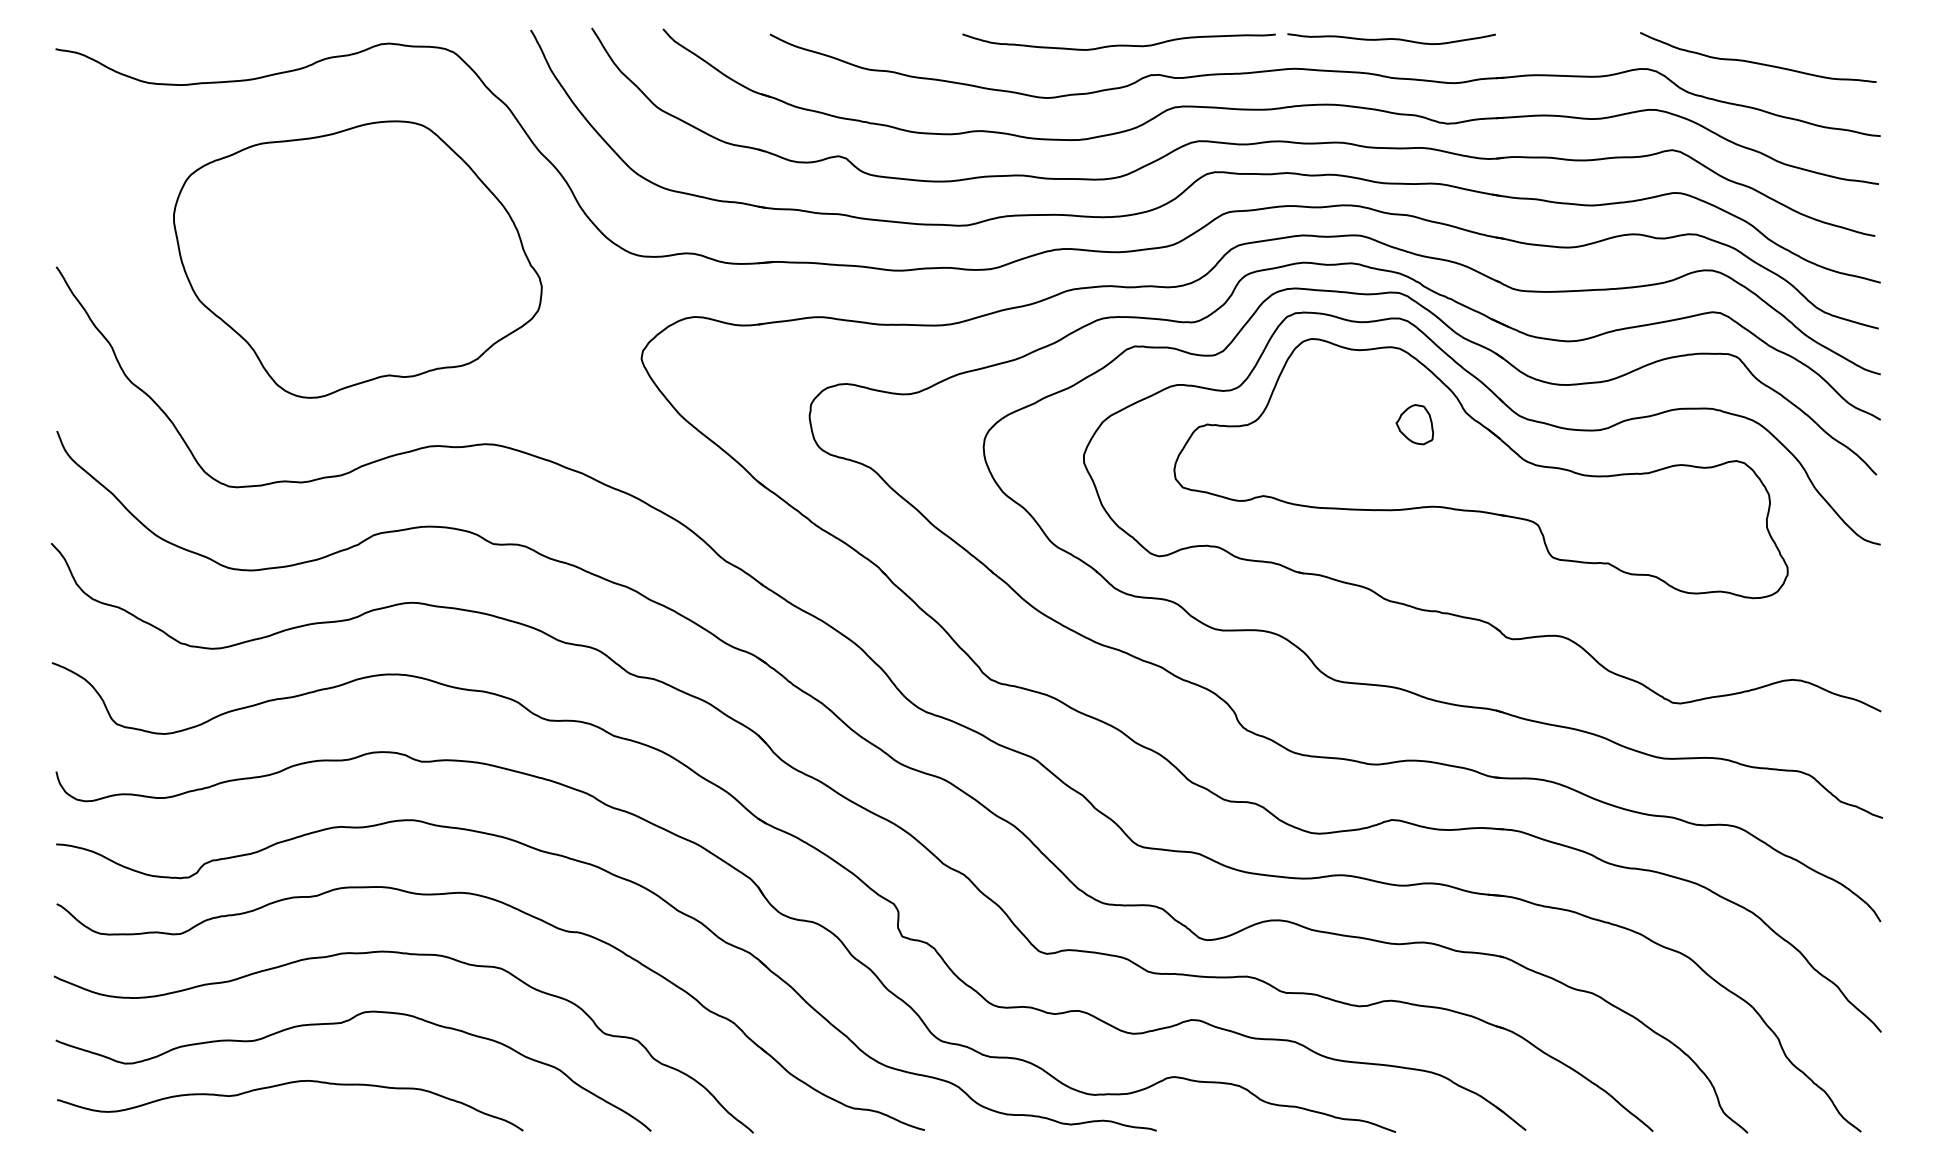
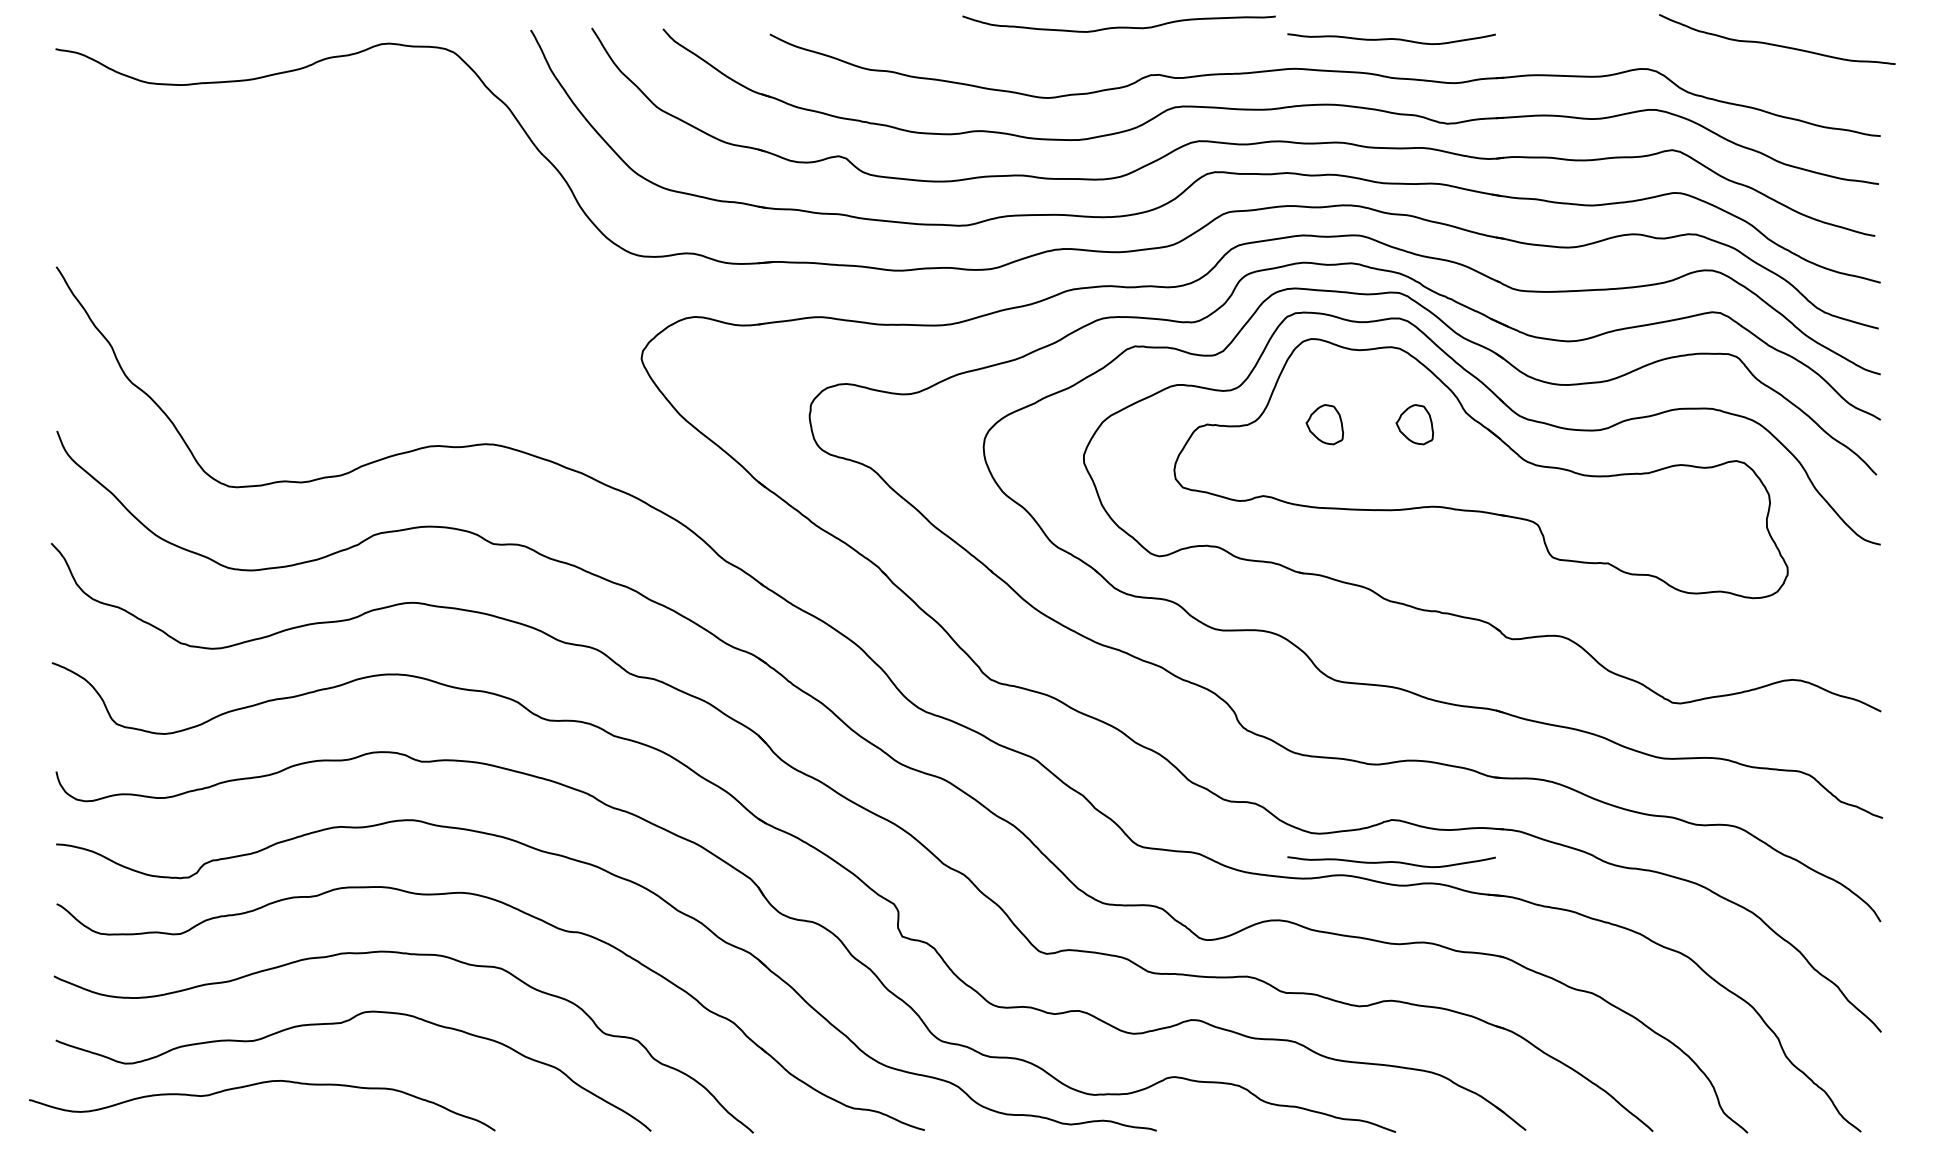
curve at (1118, 44) position: (1118, 44) -> (1118, 26)
curve at (1758, 62) position: (1758, 62) -> (1777, 44)
part at (357, 259): present -> none
part at (1324, 424): none -> present
curve at (1391, 861): none -> present
curve at (283, 1085) position: (283, 1085) -> (255, 1085)
